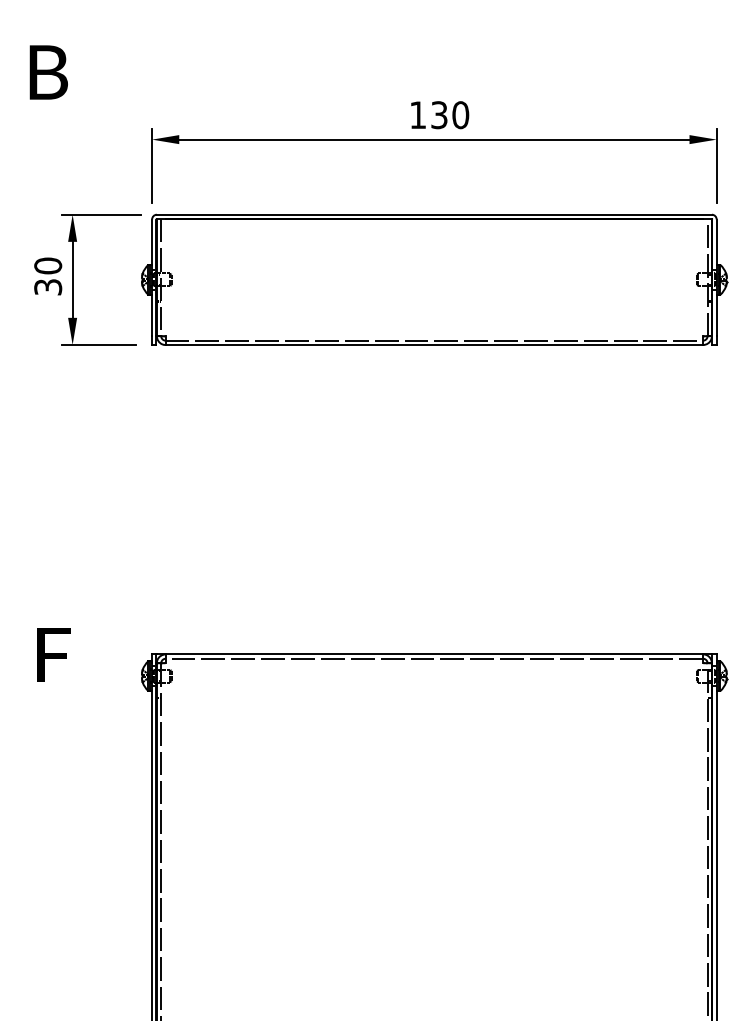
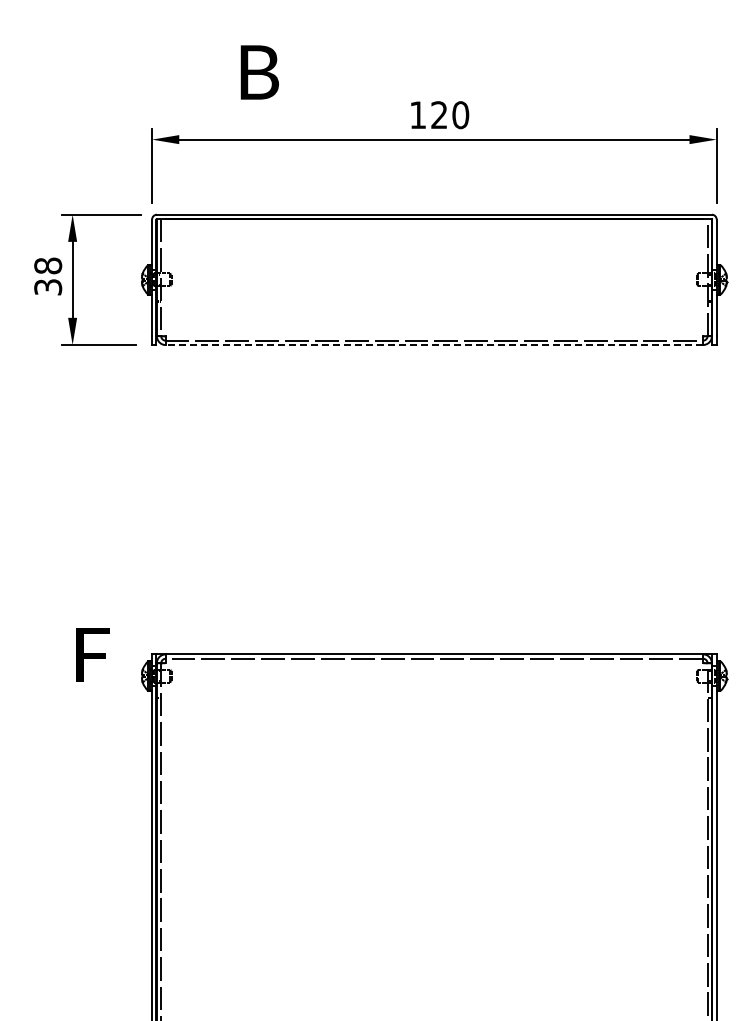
text at (48, 72) position: (48, 72) -> (259, 72)
text at (439, 115): 130 -> 120
text at (47, 265): 30 -> 38
line at (434, 345): solid -> dashed
text at (53, 654) position: (53, 654) -> (92, 654)
